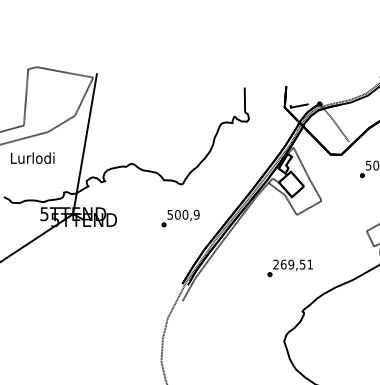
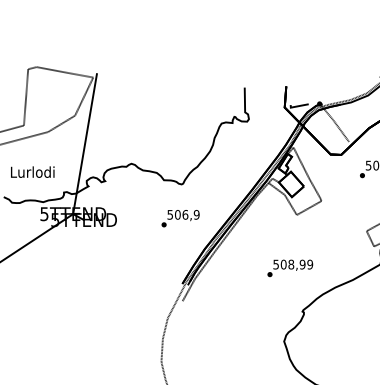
text at (32, 157) position: (32, 157) -> (32, 171)
text at (185, 214): 500,9 -> 506,9
text at (293, 264): 269,51 -> 508,99
